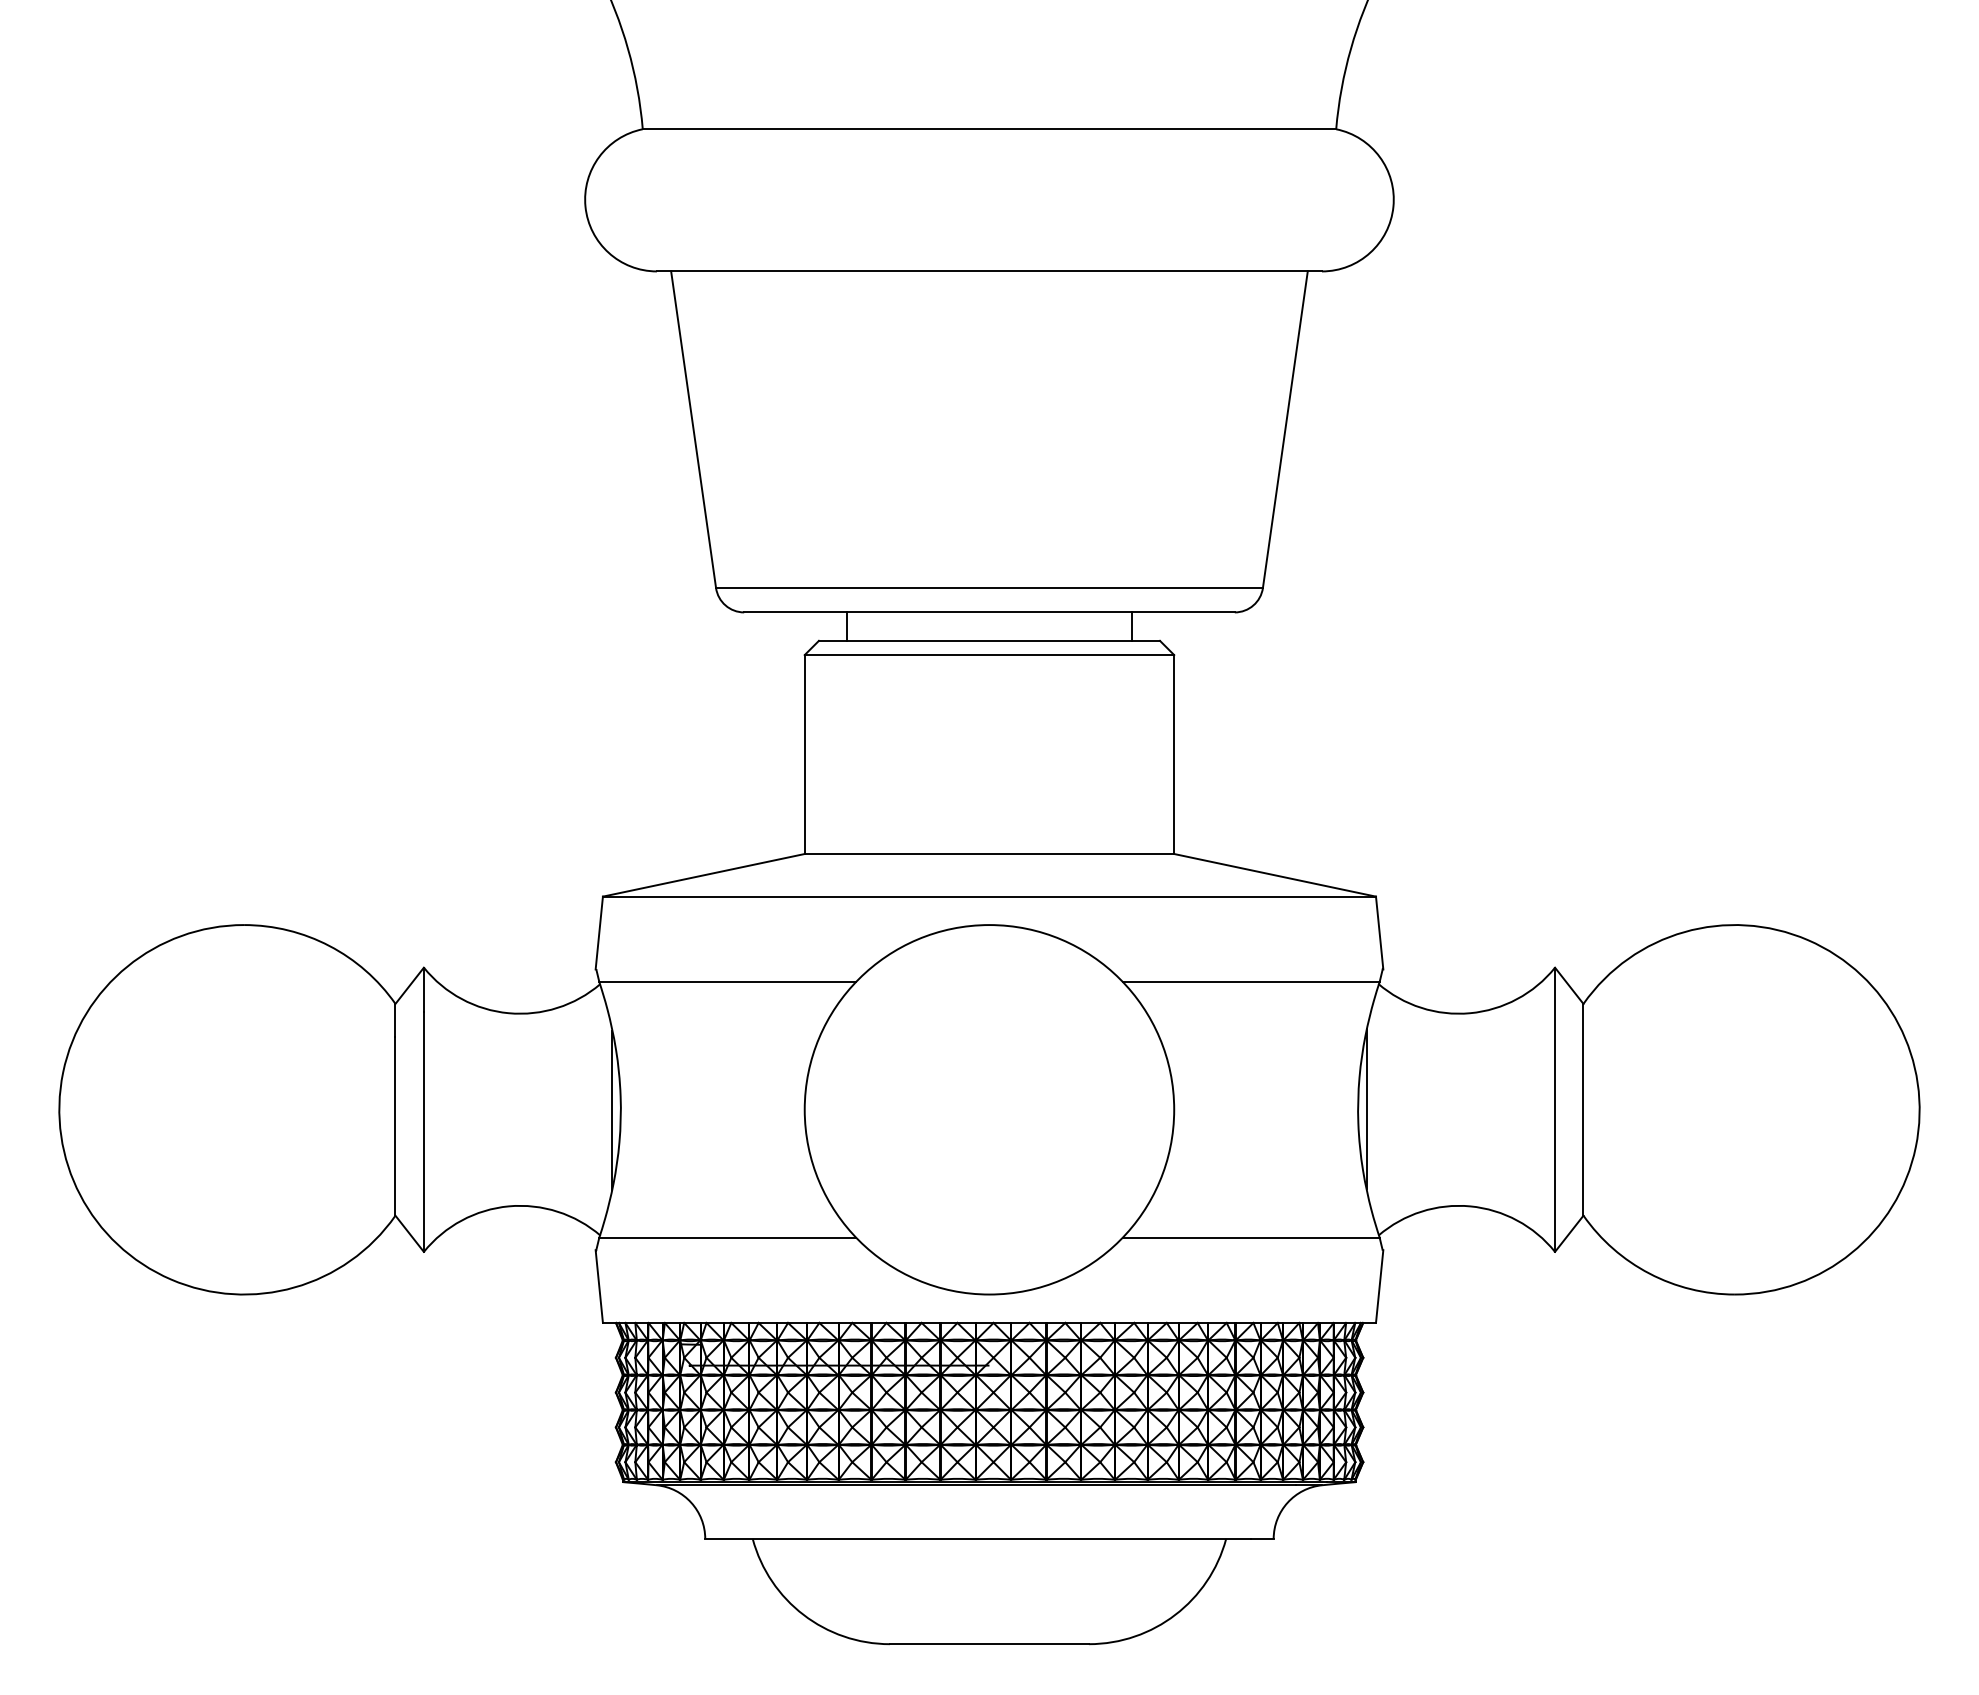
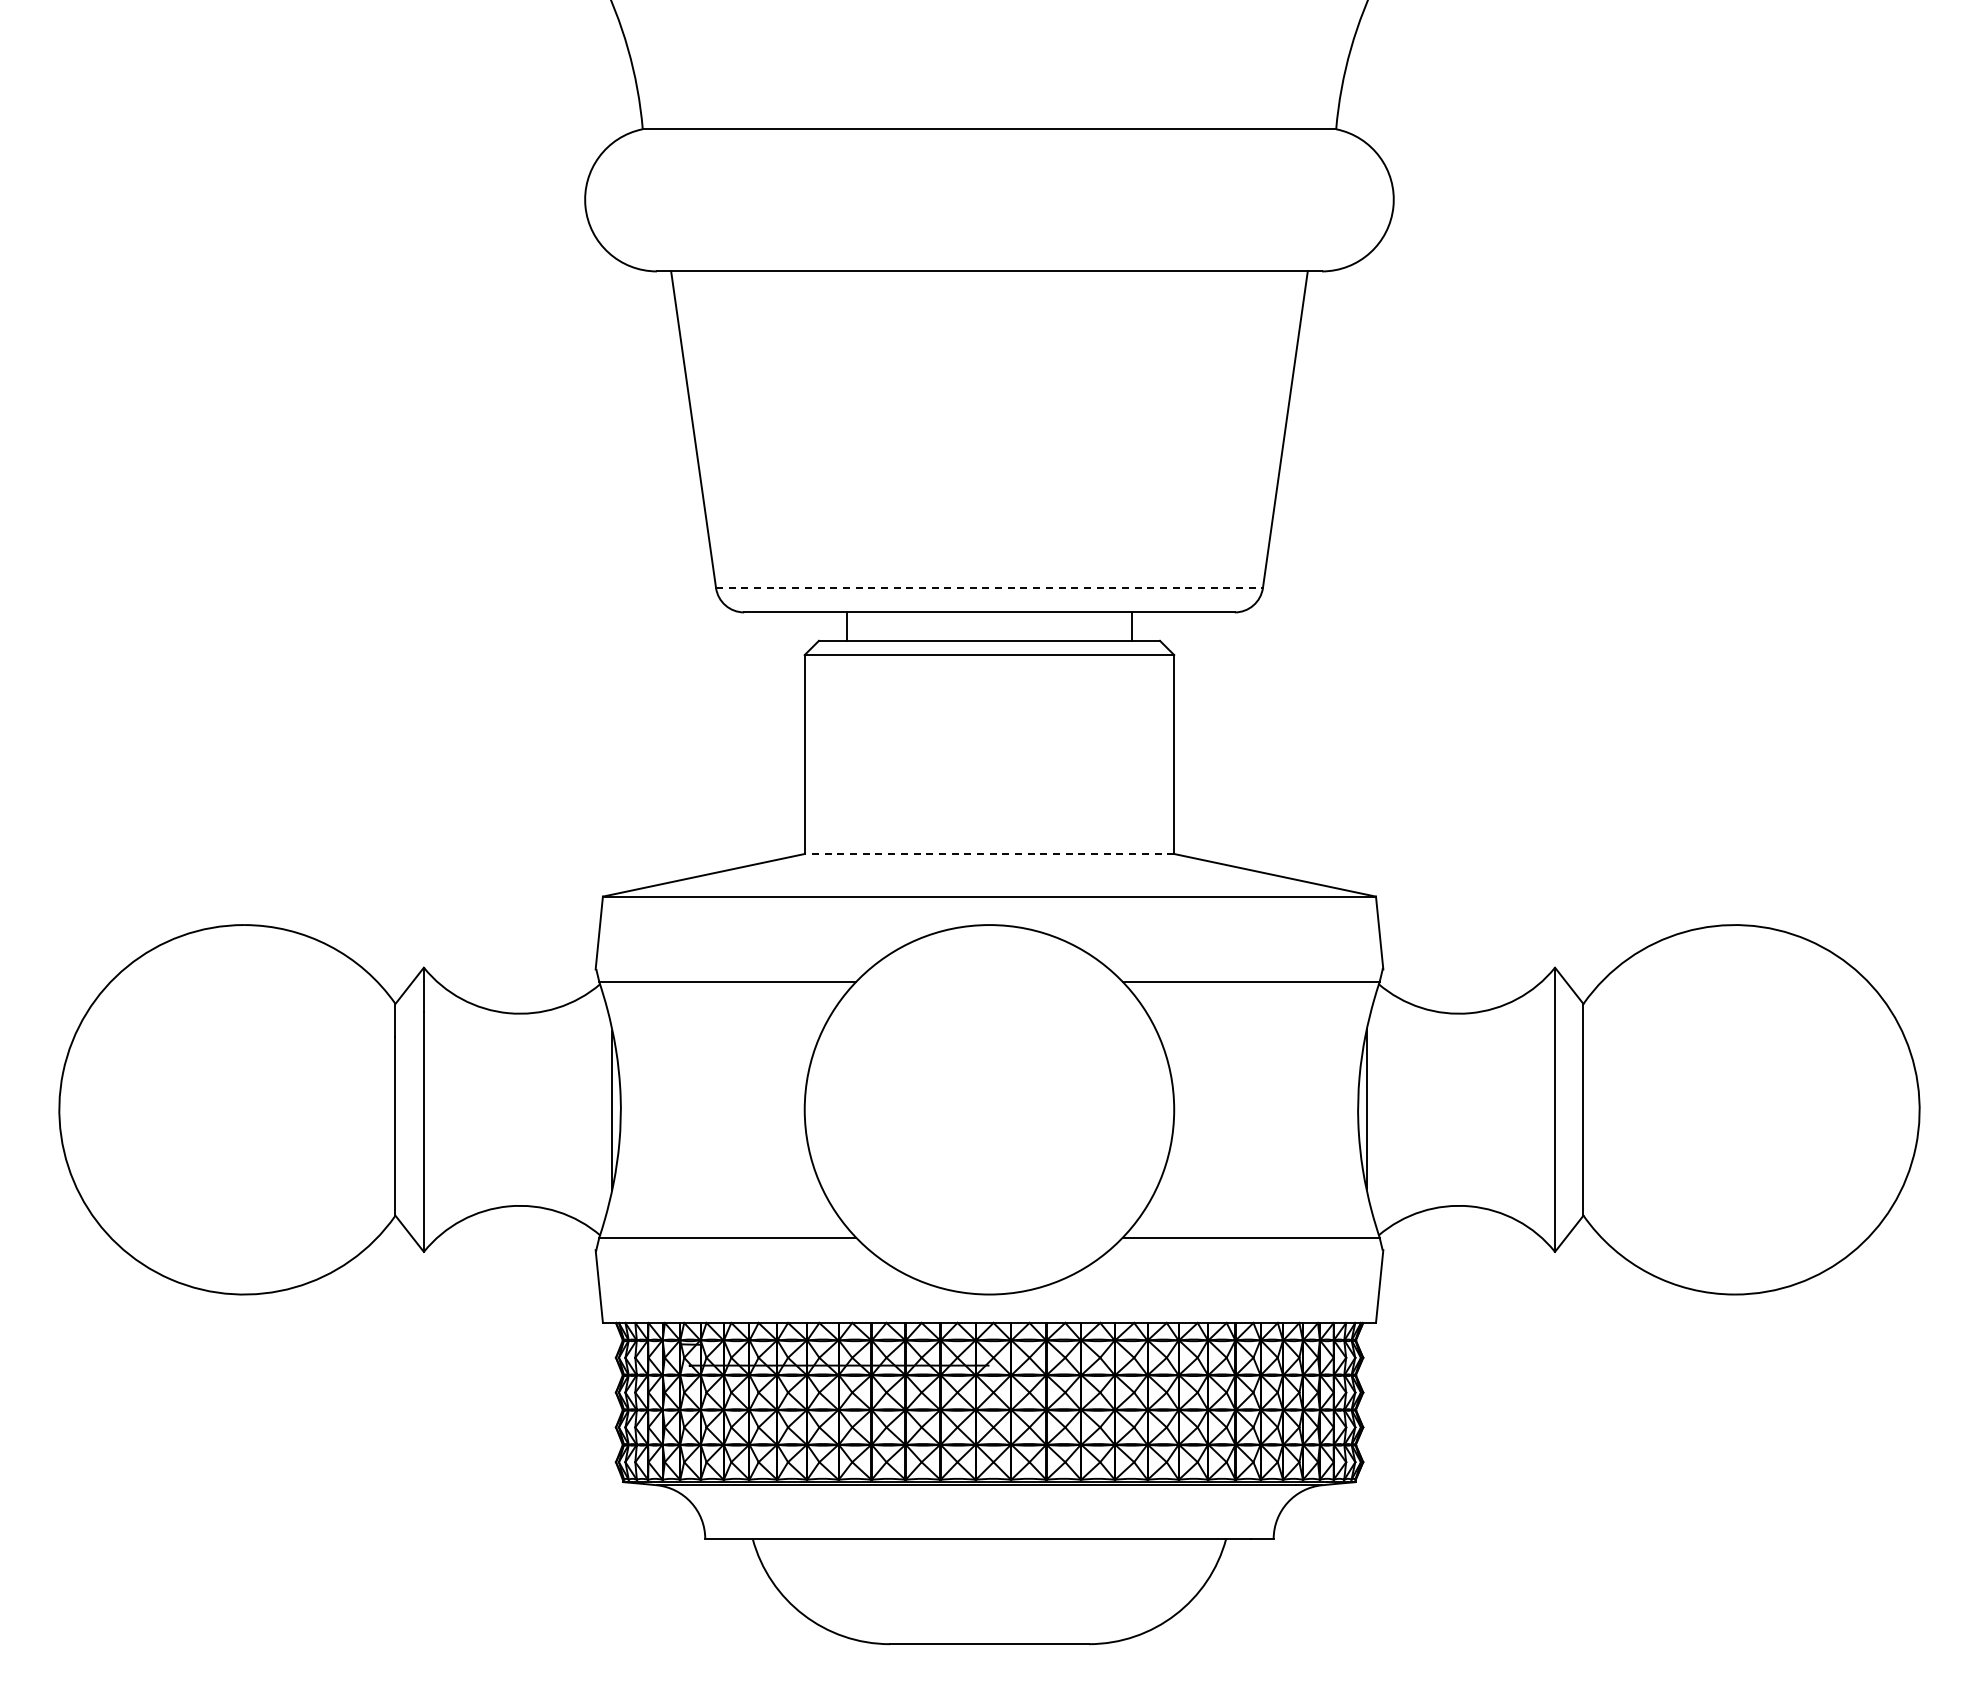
line at (990, 587): solid -> dashed
line at (989, 854): solid -> dashed
